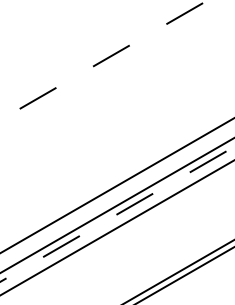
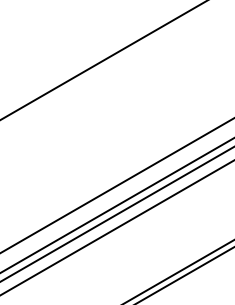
line at (104, 59): dashed -> solid
line at (117, 214): dashed -> solid
